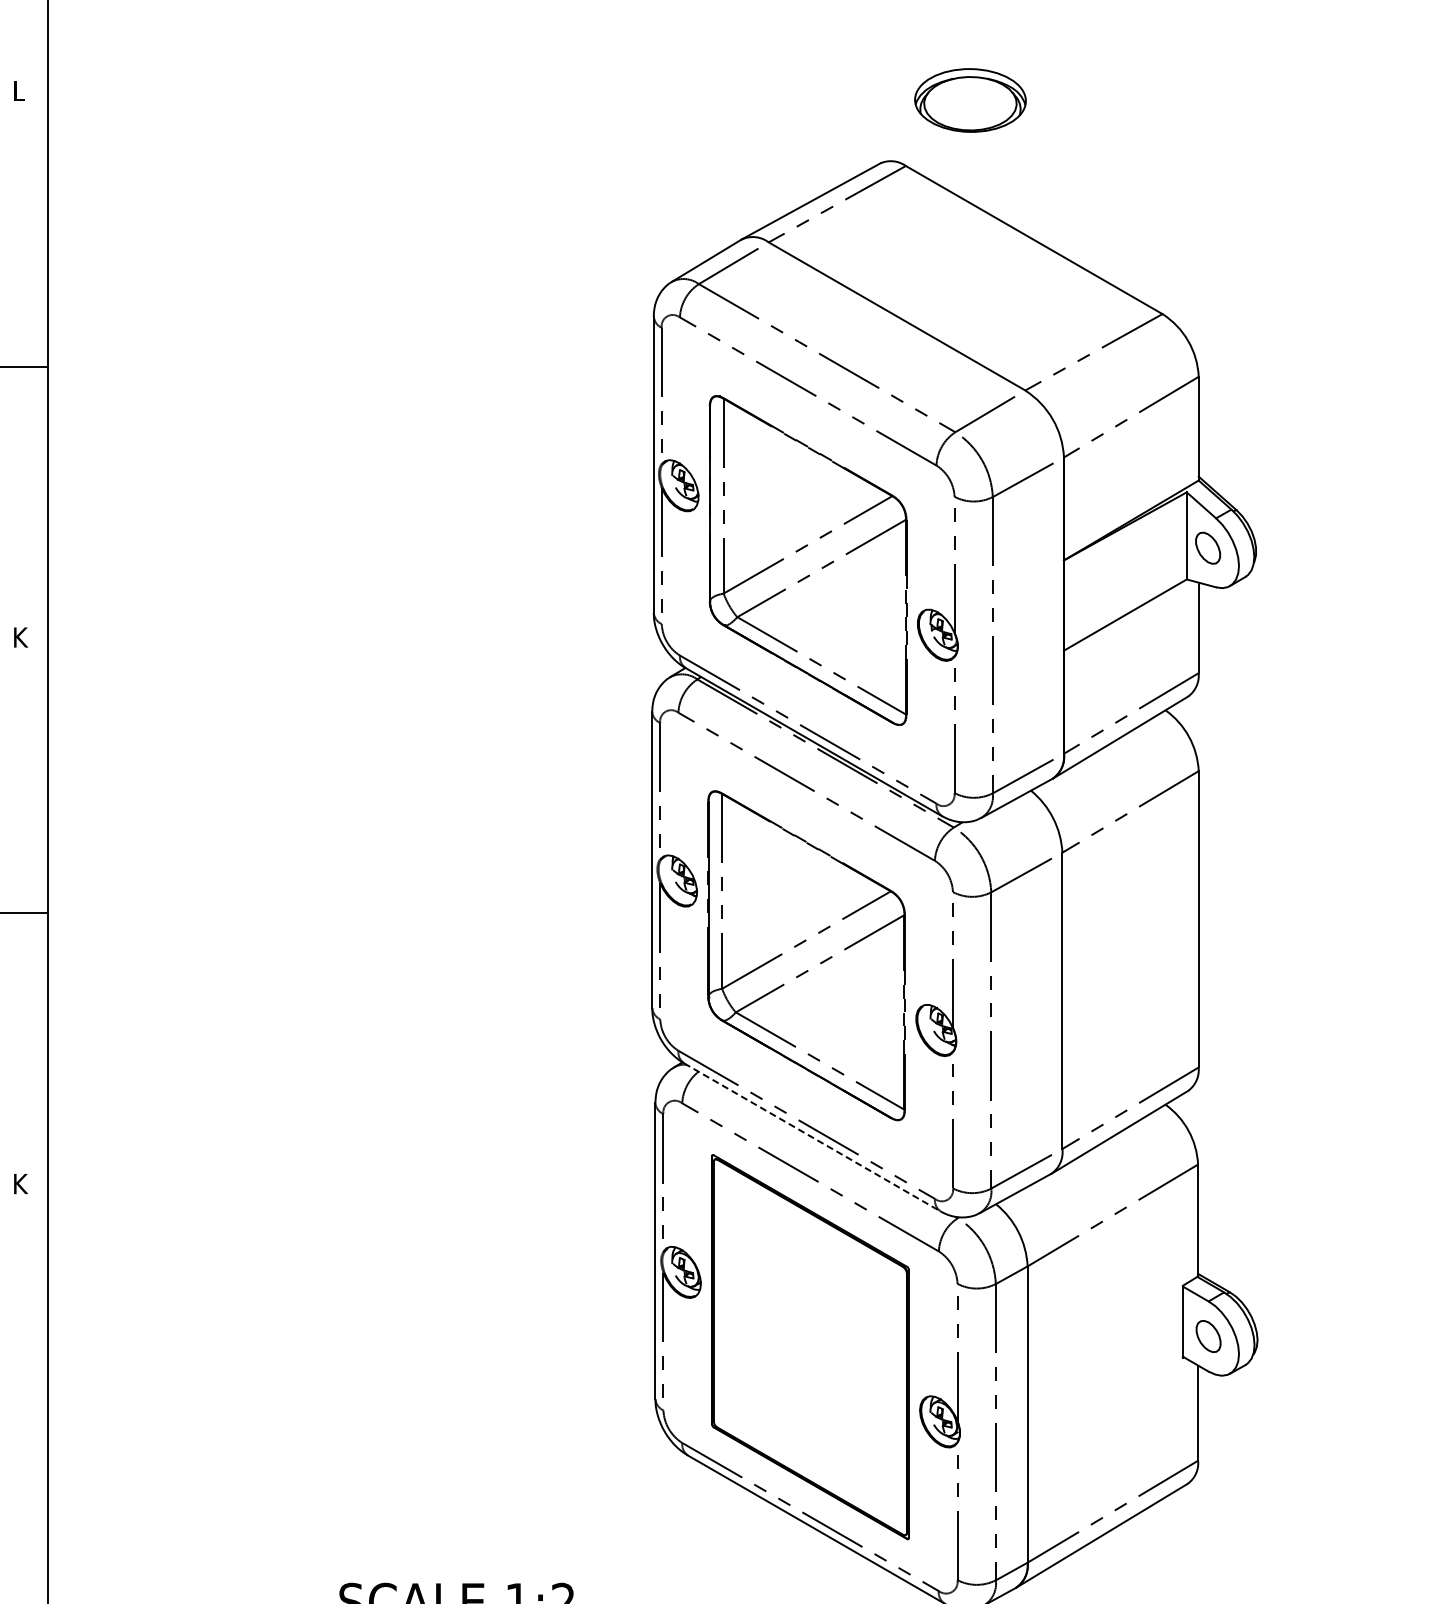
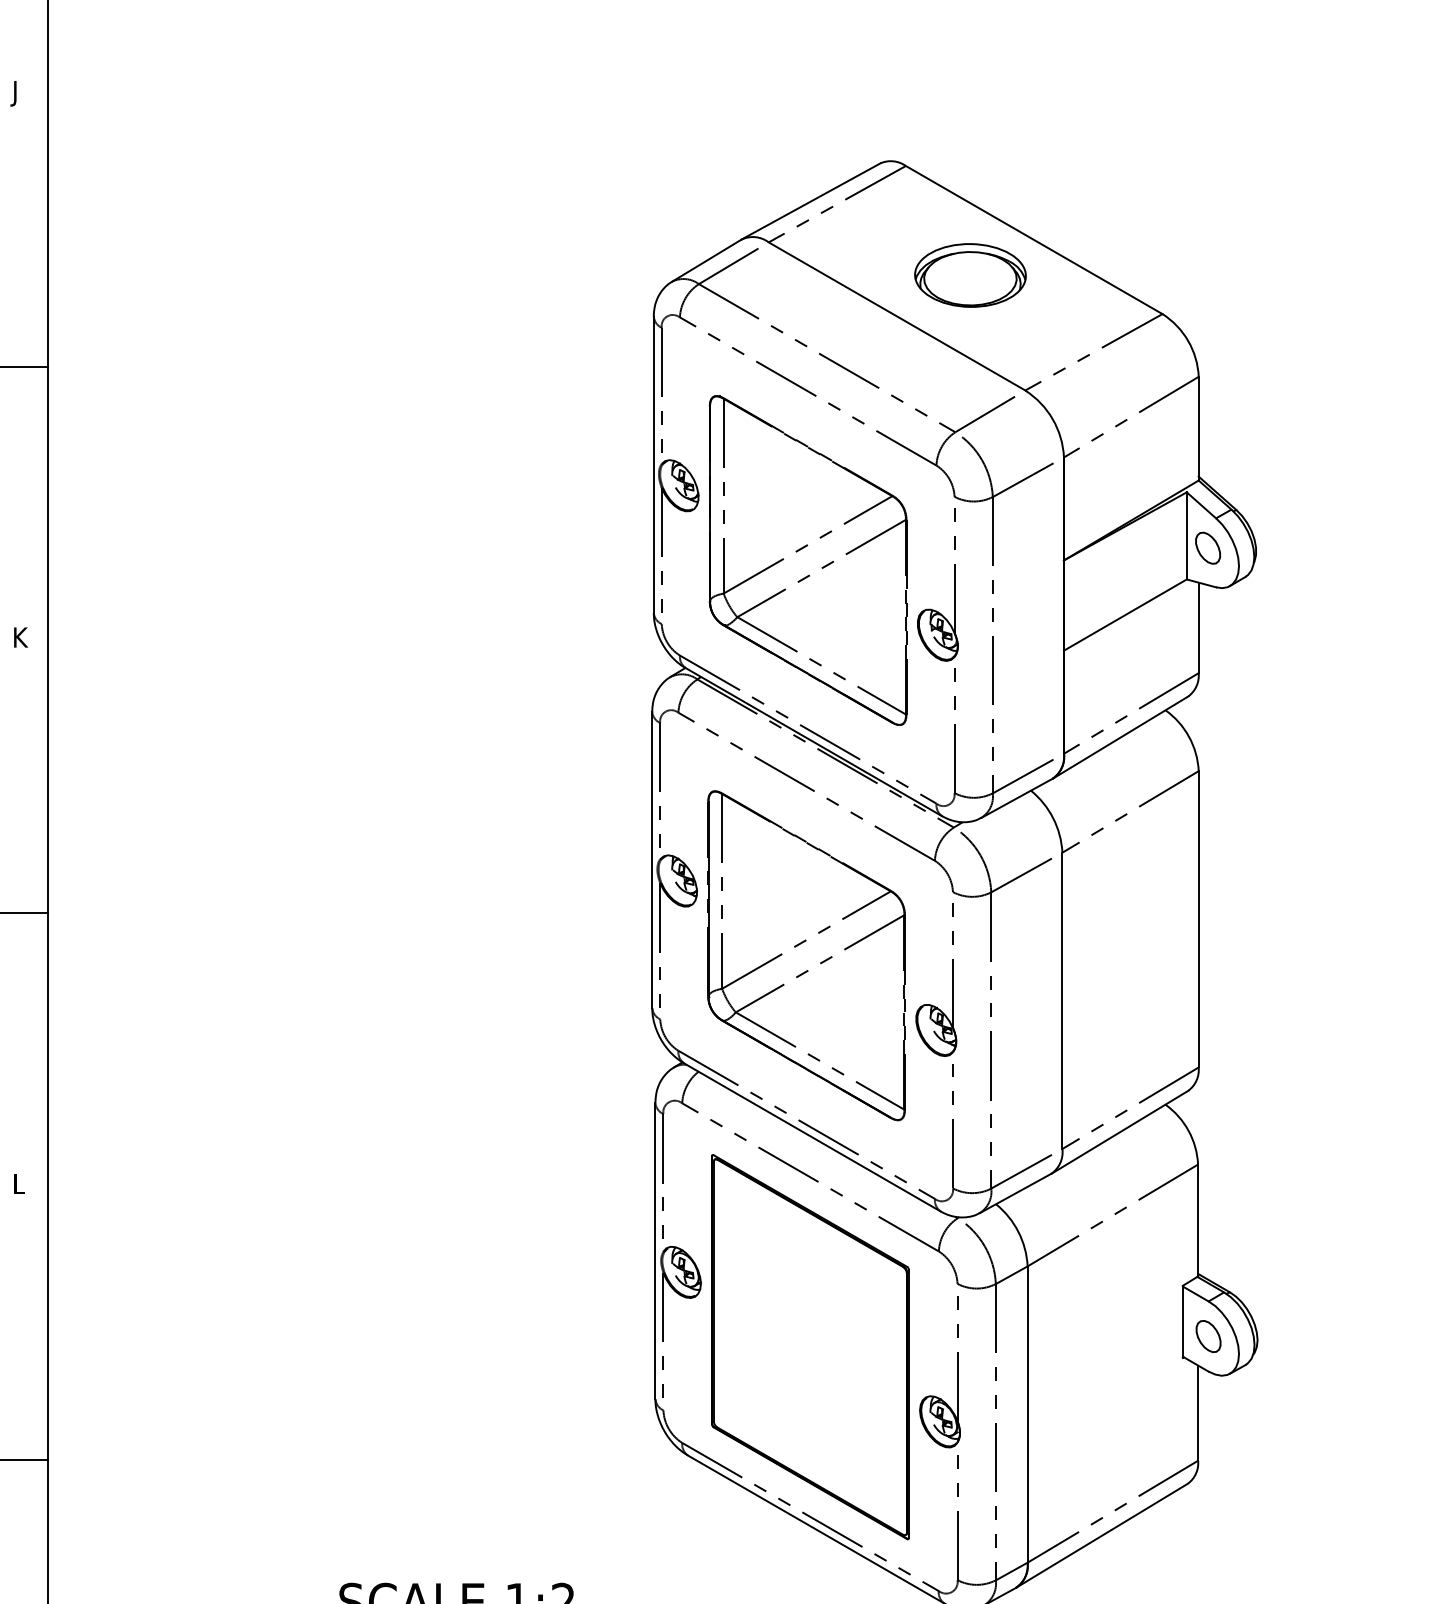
text at (17, 93): L -> J
part at (970, 100) position: (970, 100) -> (970, 275)
line at (812, 1137): dashed -> solid
text at (21, 1184): K -> L
line at (25, 1459): none -> present
